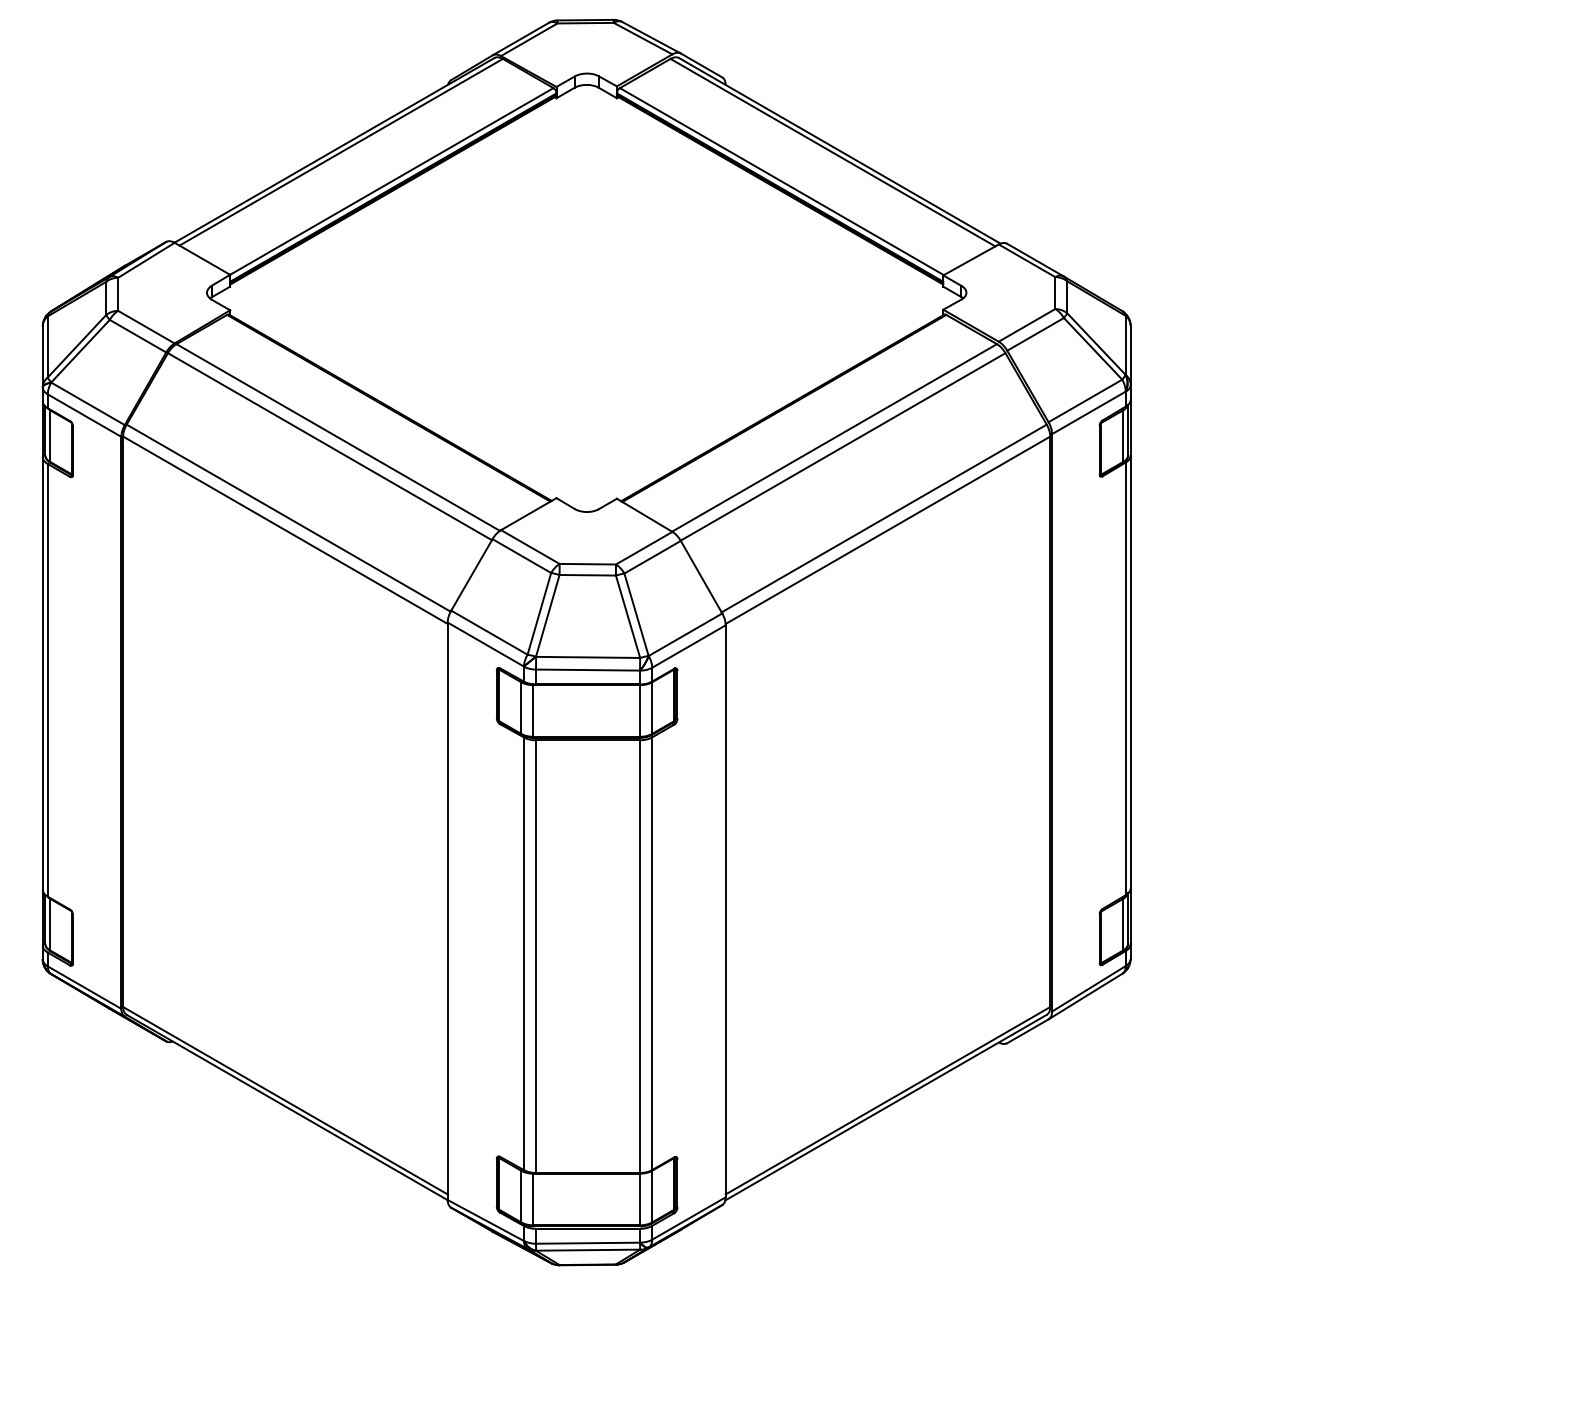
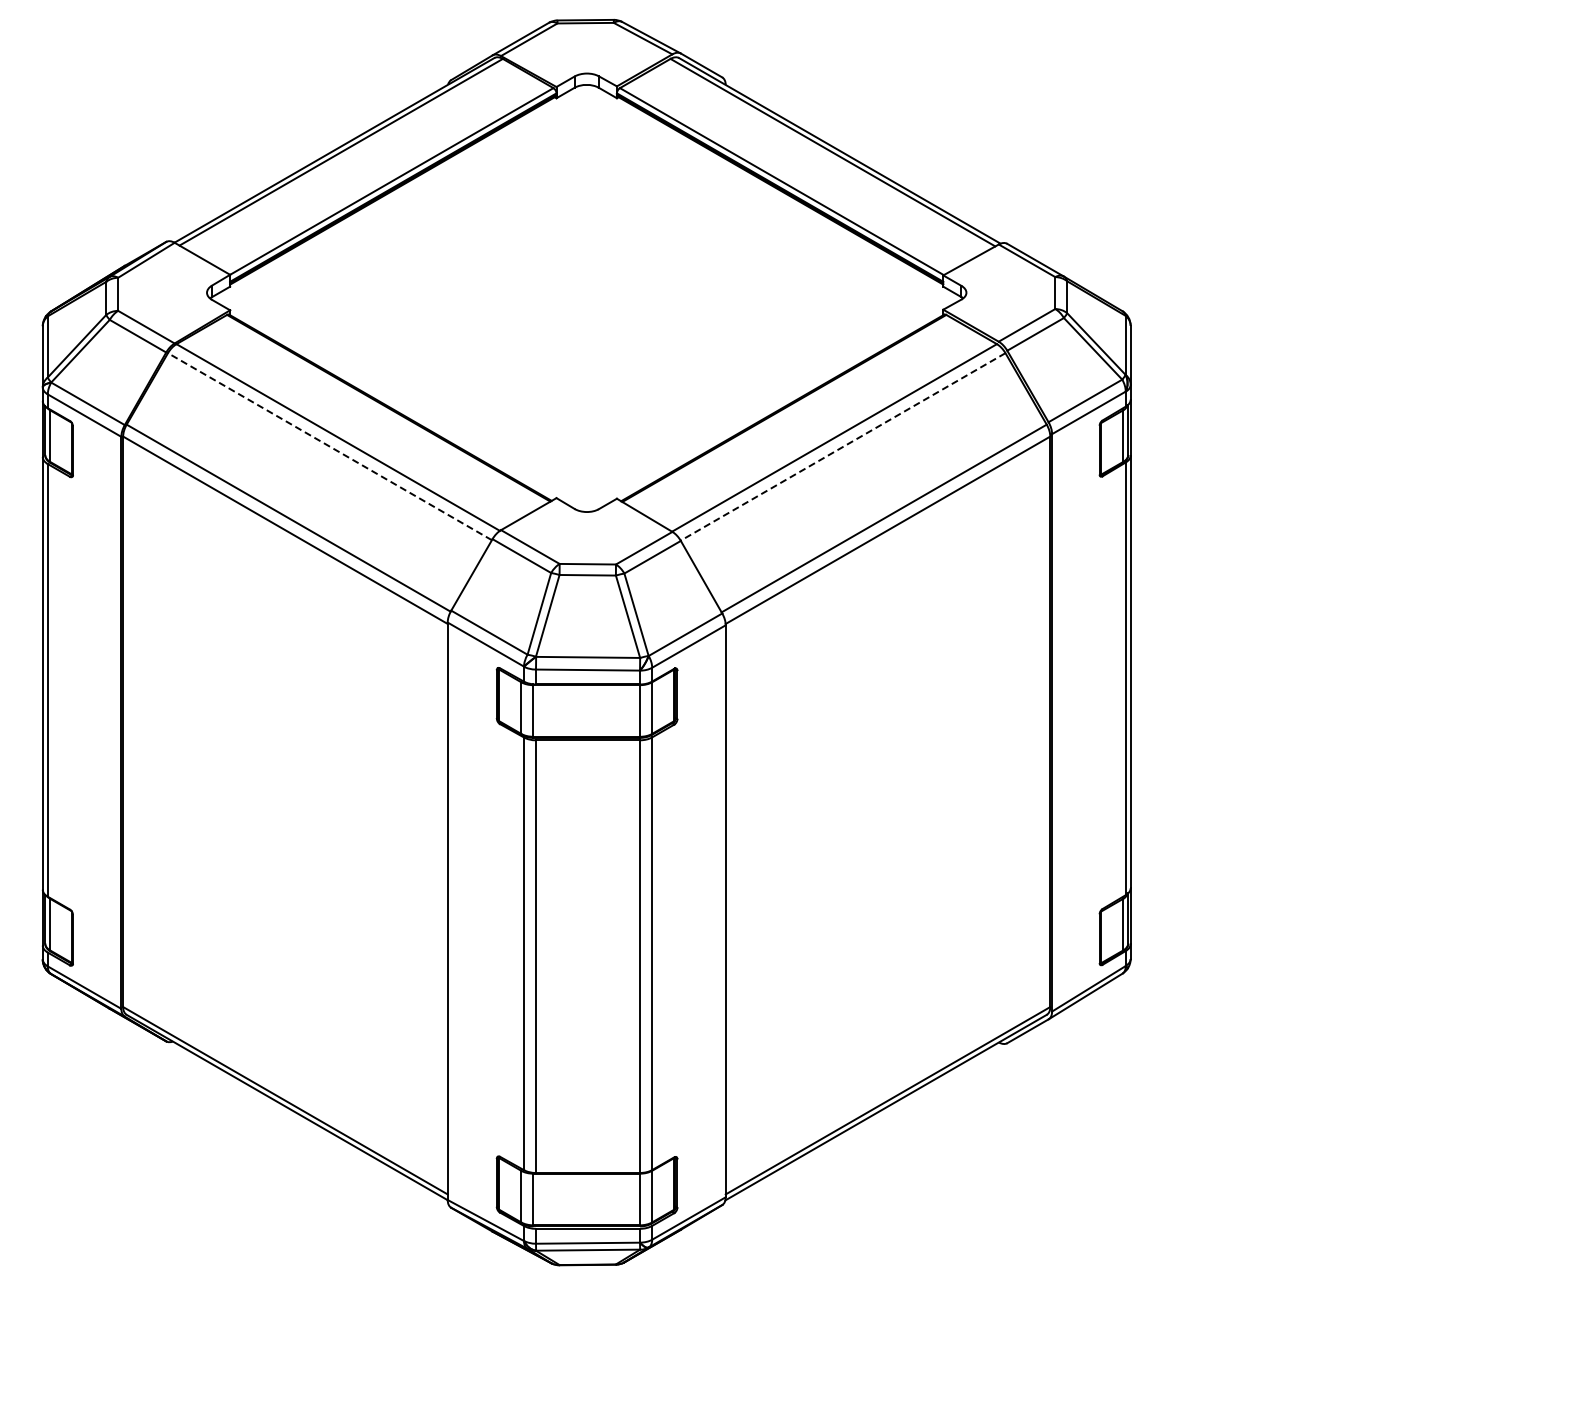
line at (329, 446): solid -> dashed
line at (843, 446): solid -> dashed
